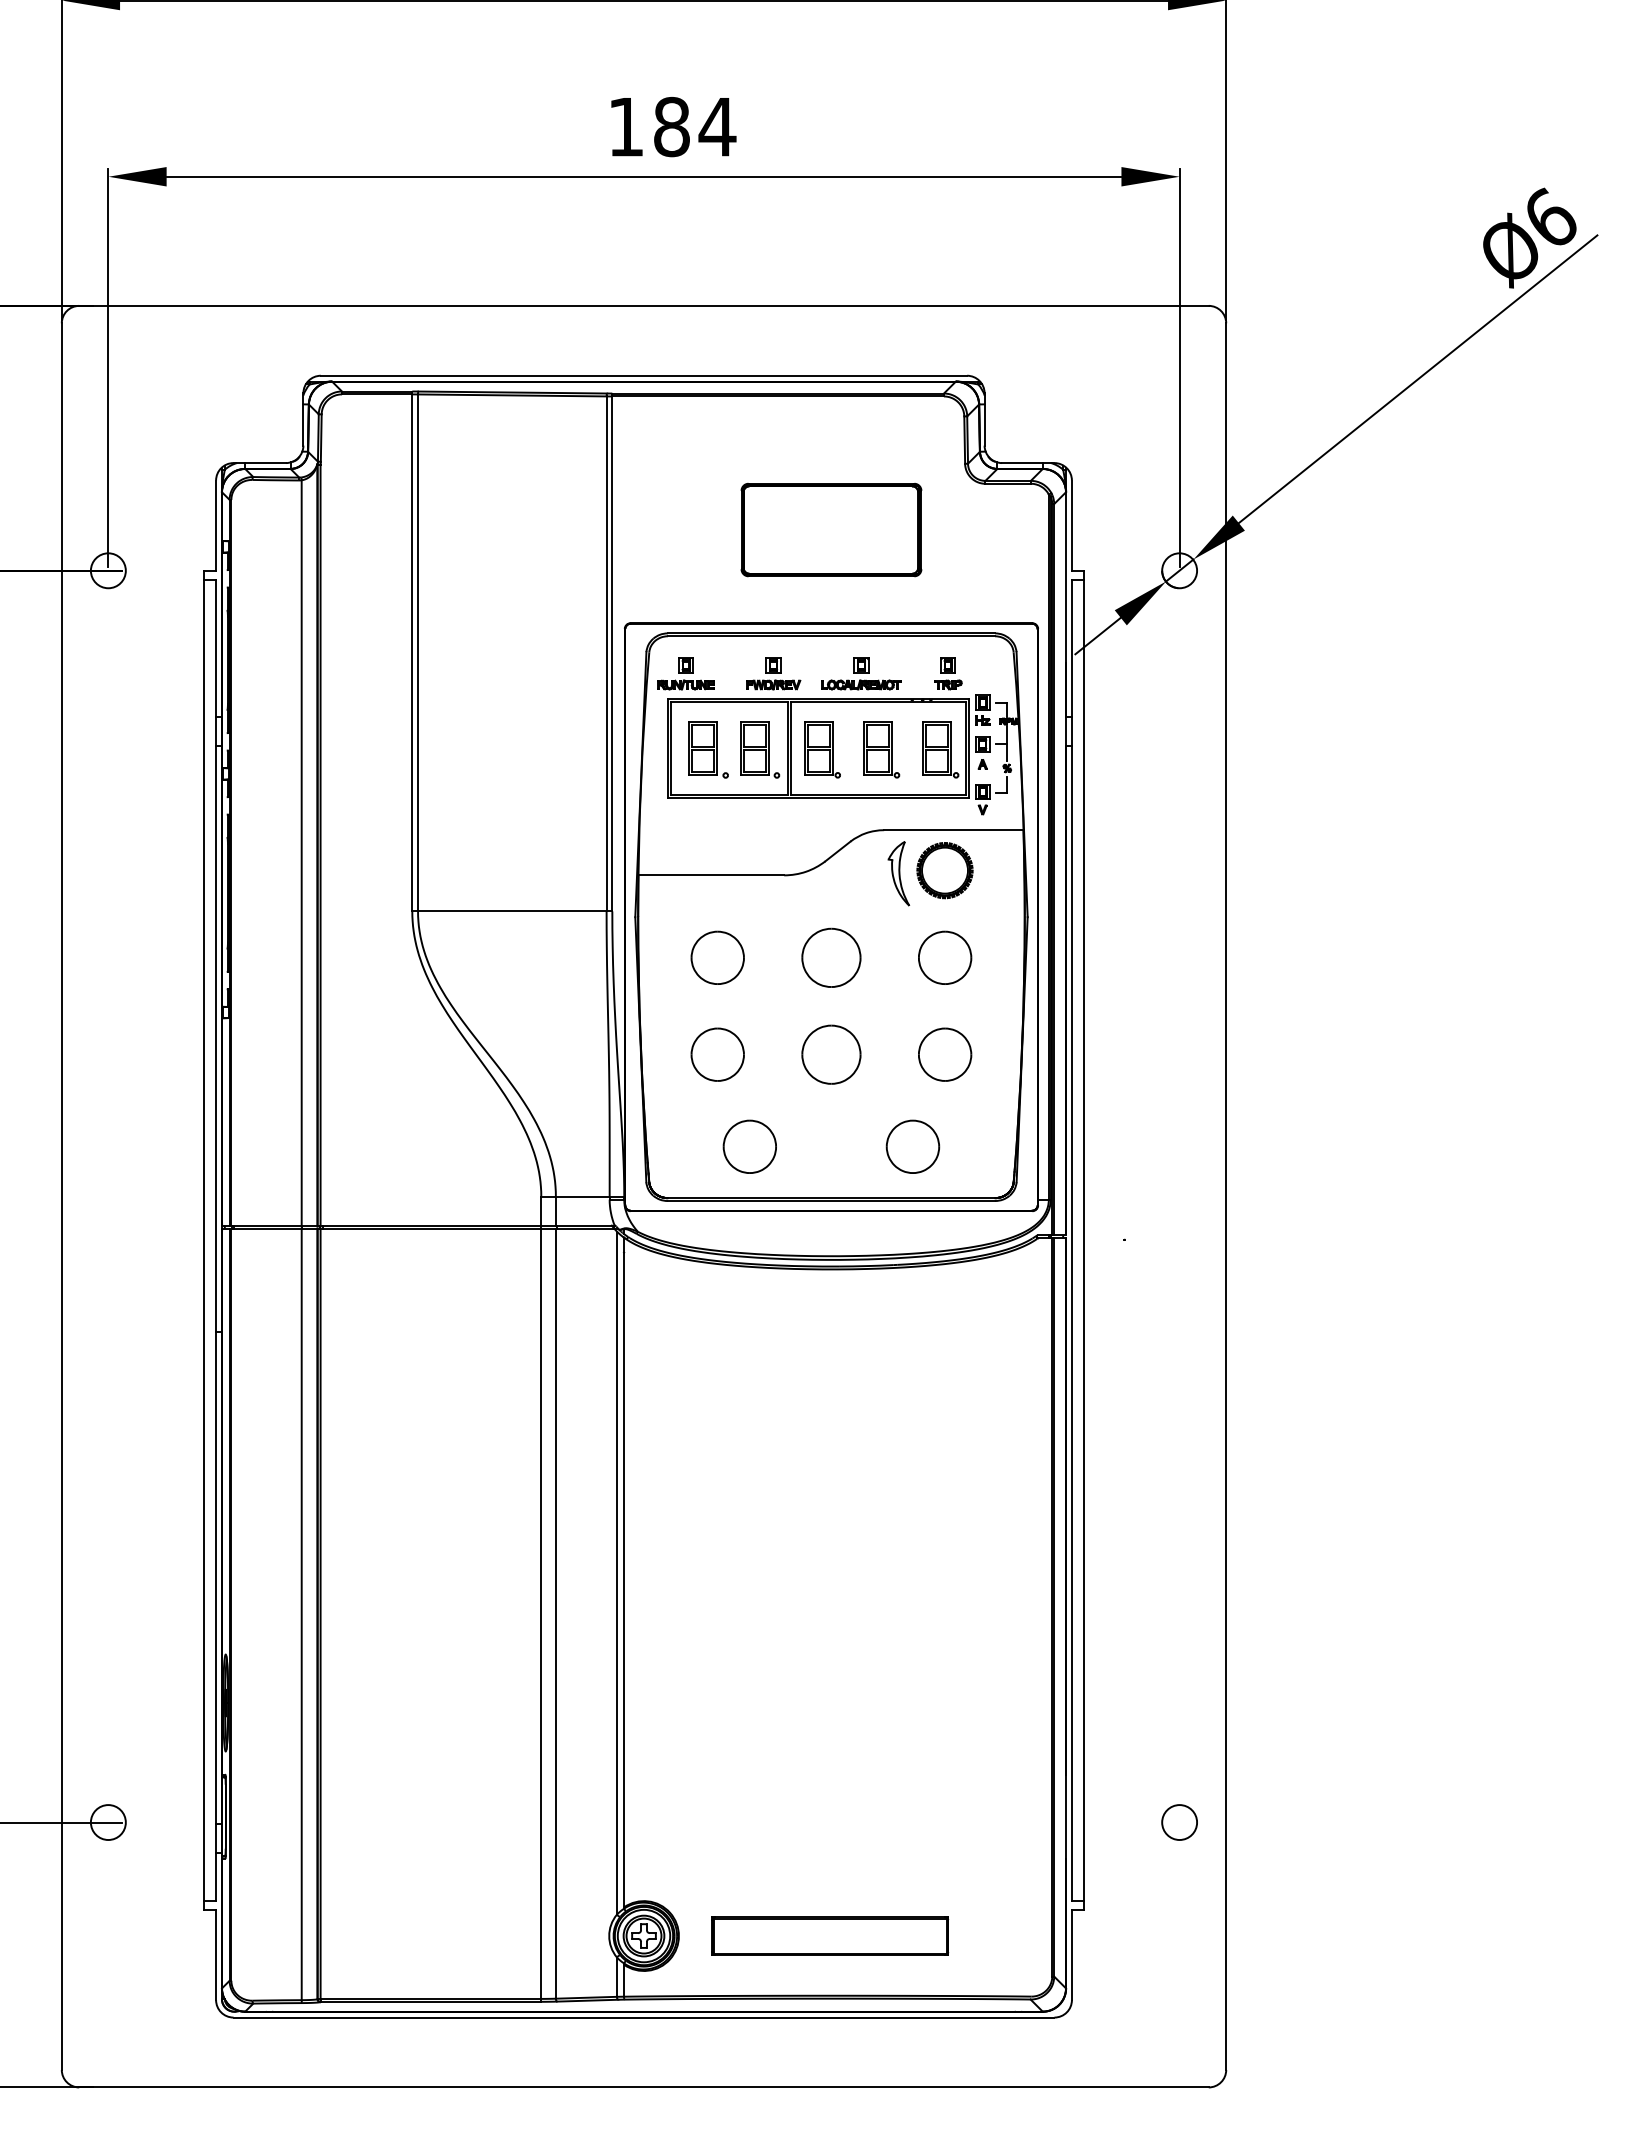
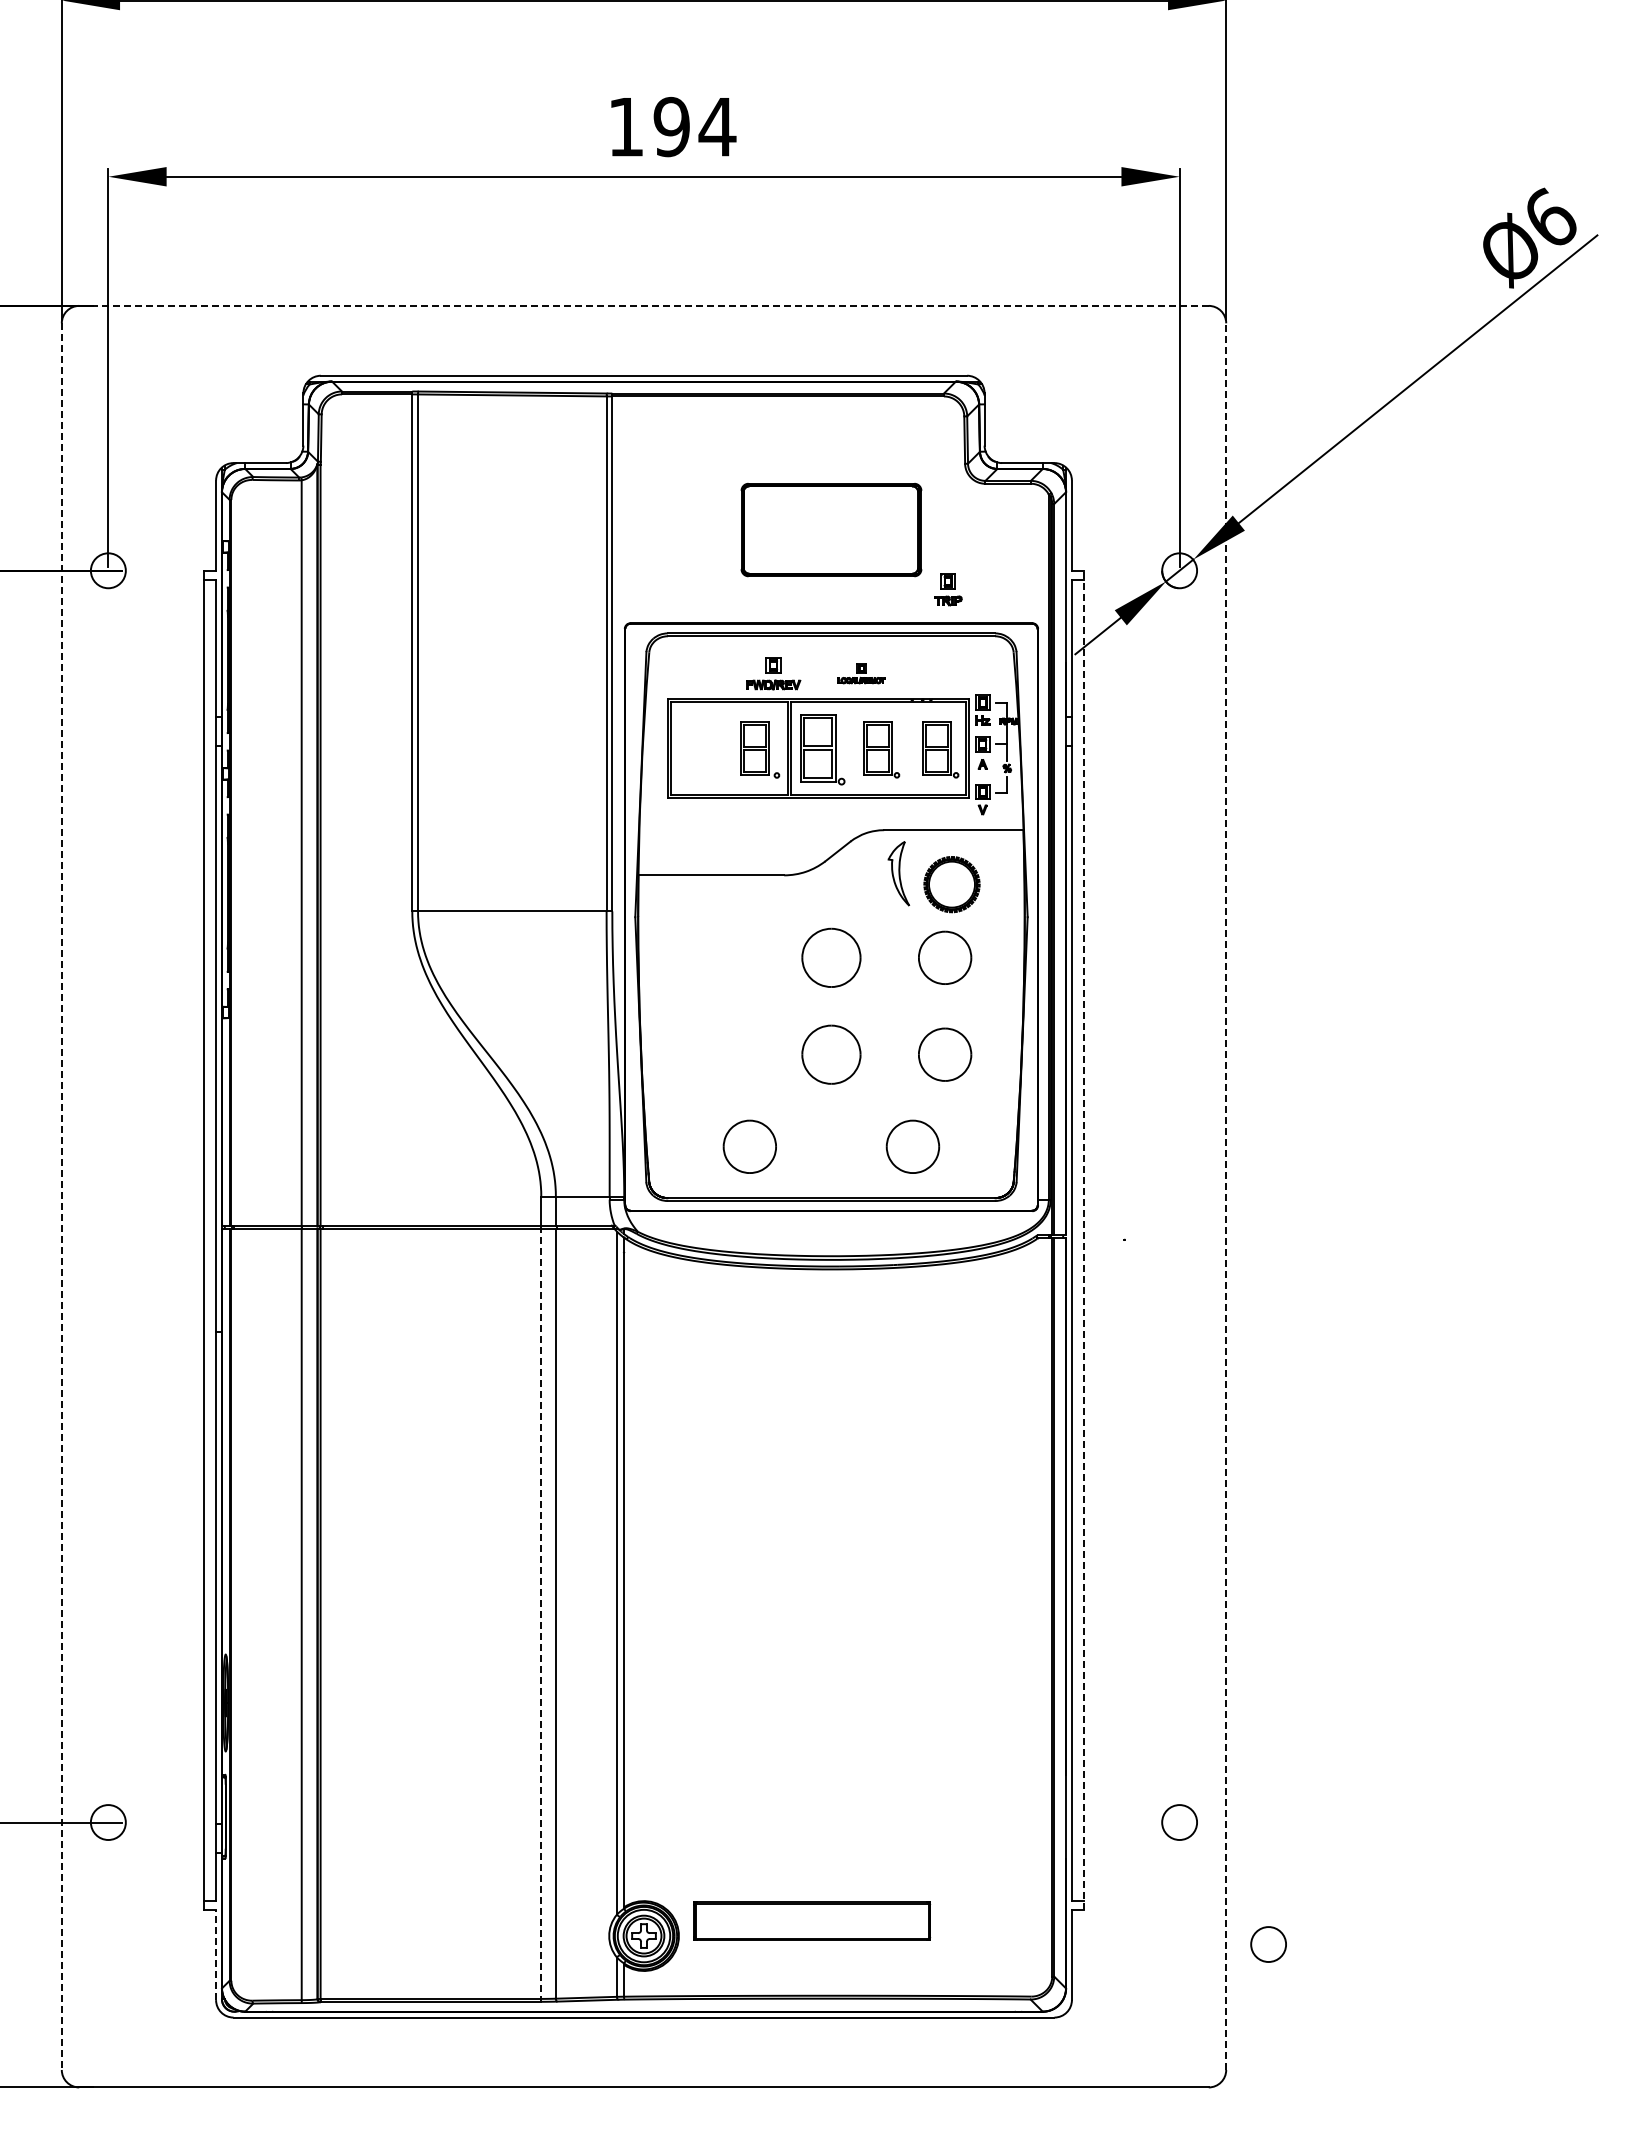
text at (671, 127): 184 -> 194
line at (644, 305): solid -> dashed
part at (685, 673): present -> none
part at (861, 673) size: 81x34 px -> 49x22 px
part at (948, 673) position: (948, 673) -> (948, 589)
part at (708, 749): present -> none
part at (822, 749) size: 37x58 px -> 46x72 px
part at (944, 870) position: (944, 870) -> (951, 884)
part at (717, 957): present -> none
part at (717, 1054): present -> none
line at (1226, 1196): solid -> dashed
line at (61, 1197): solid -> dashed
line at (1083, 1240): solid -> dashed
line at (541, 1614): solid -> dashed
part at (830, 1935) position: (830, 1935) -> (812, 1920)
circle at (1268, 1944): none -> present
line at (216, 1954): solid -> dashed
